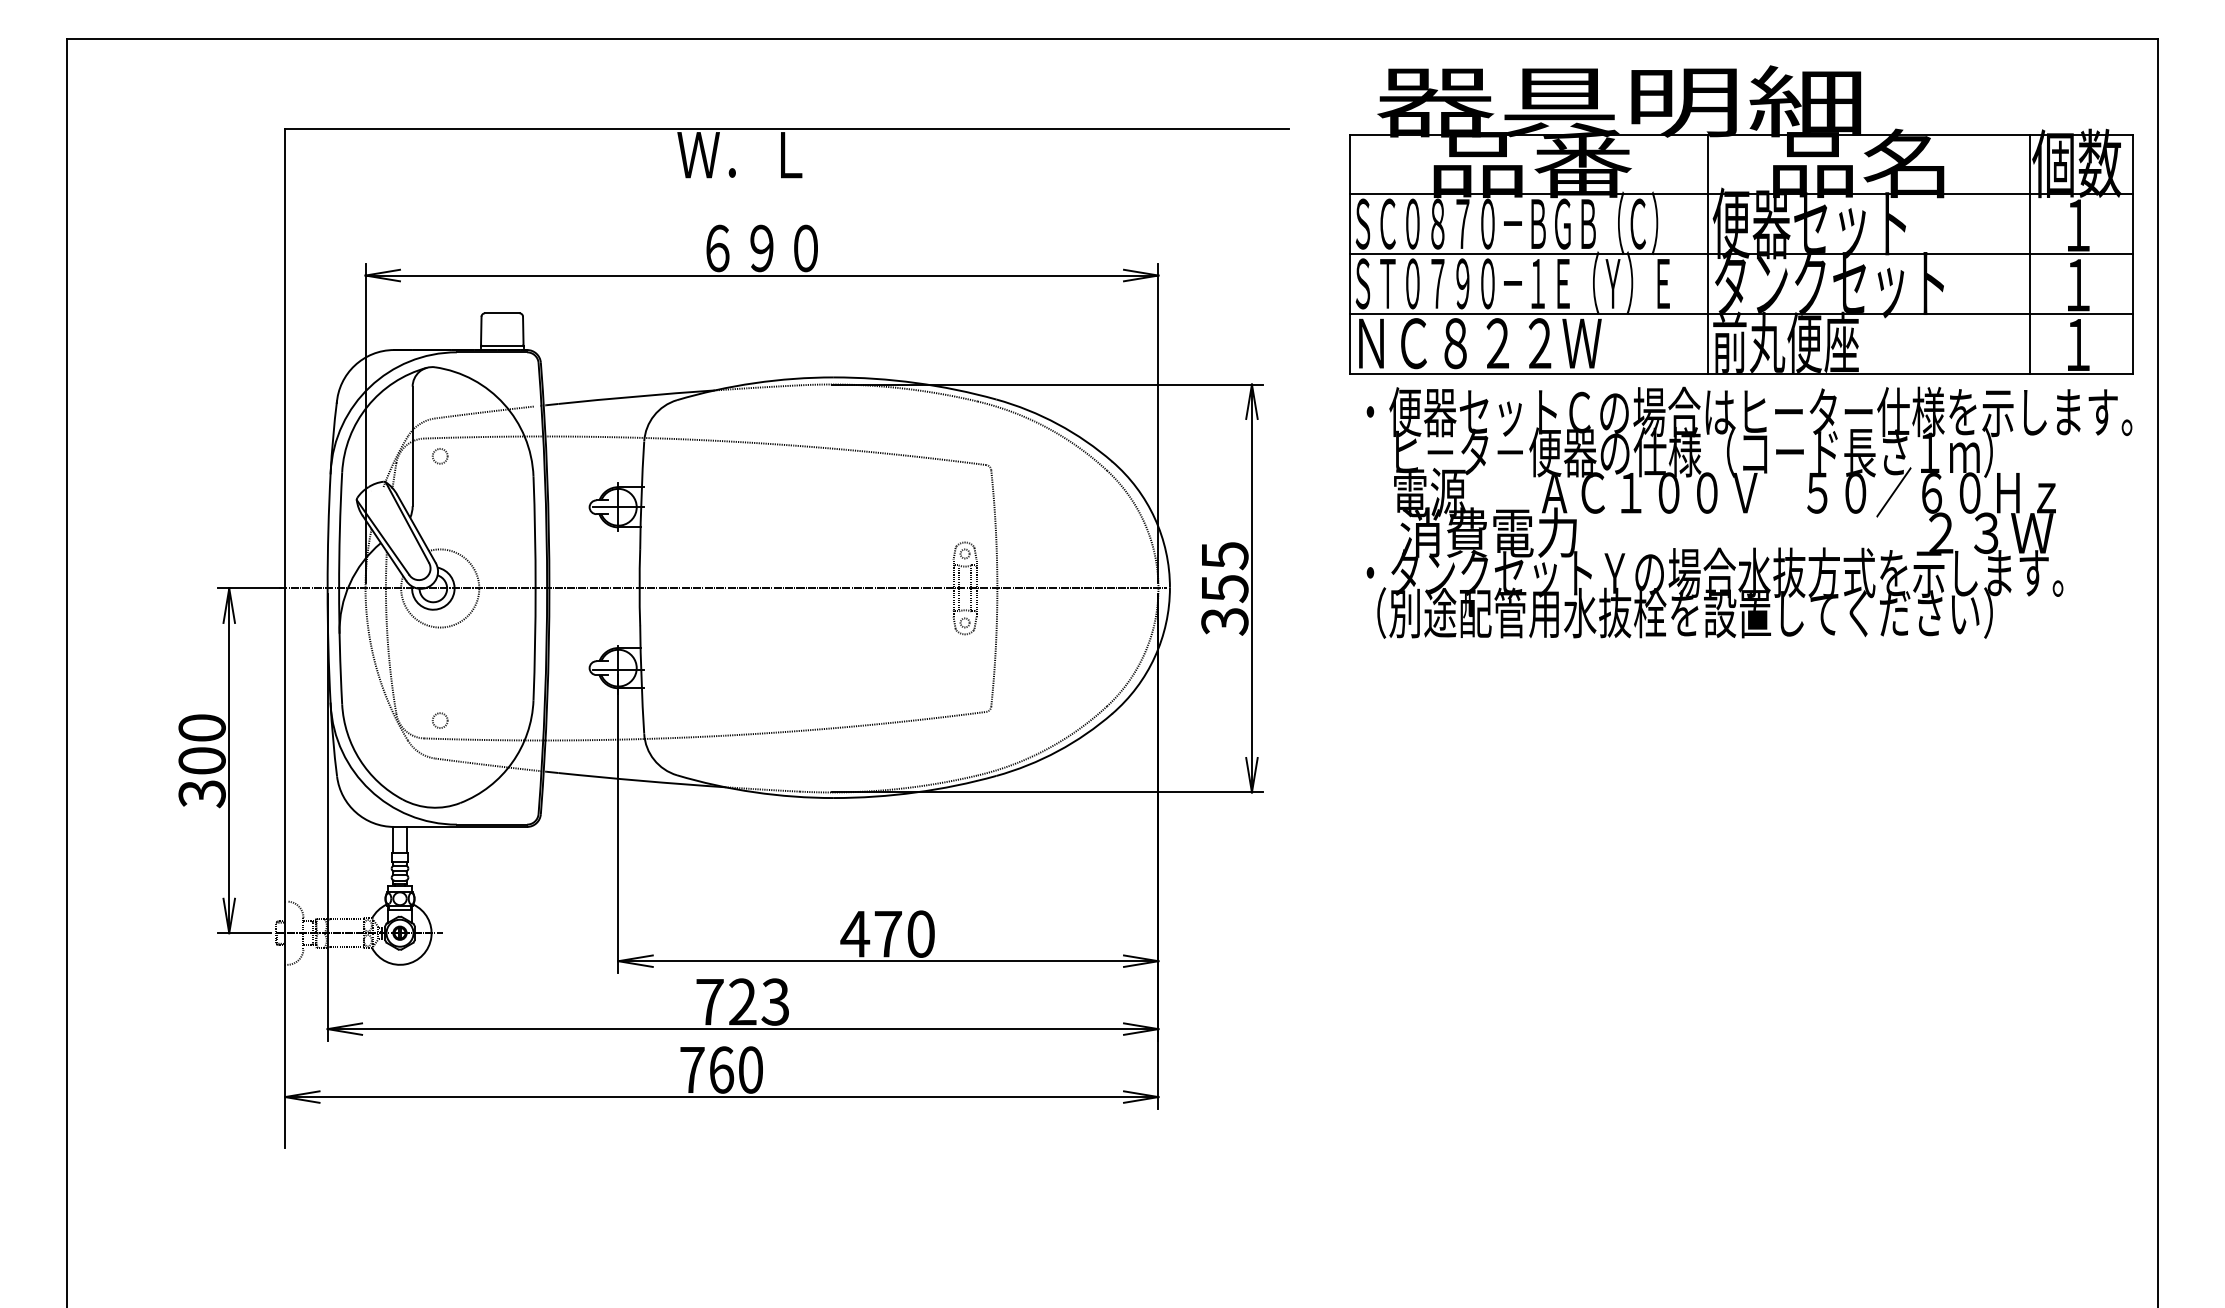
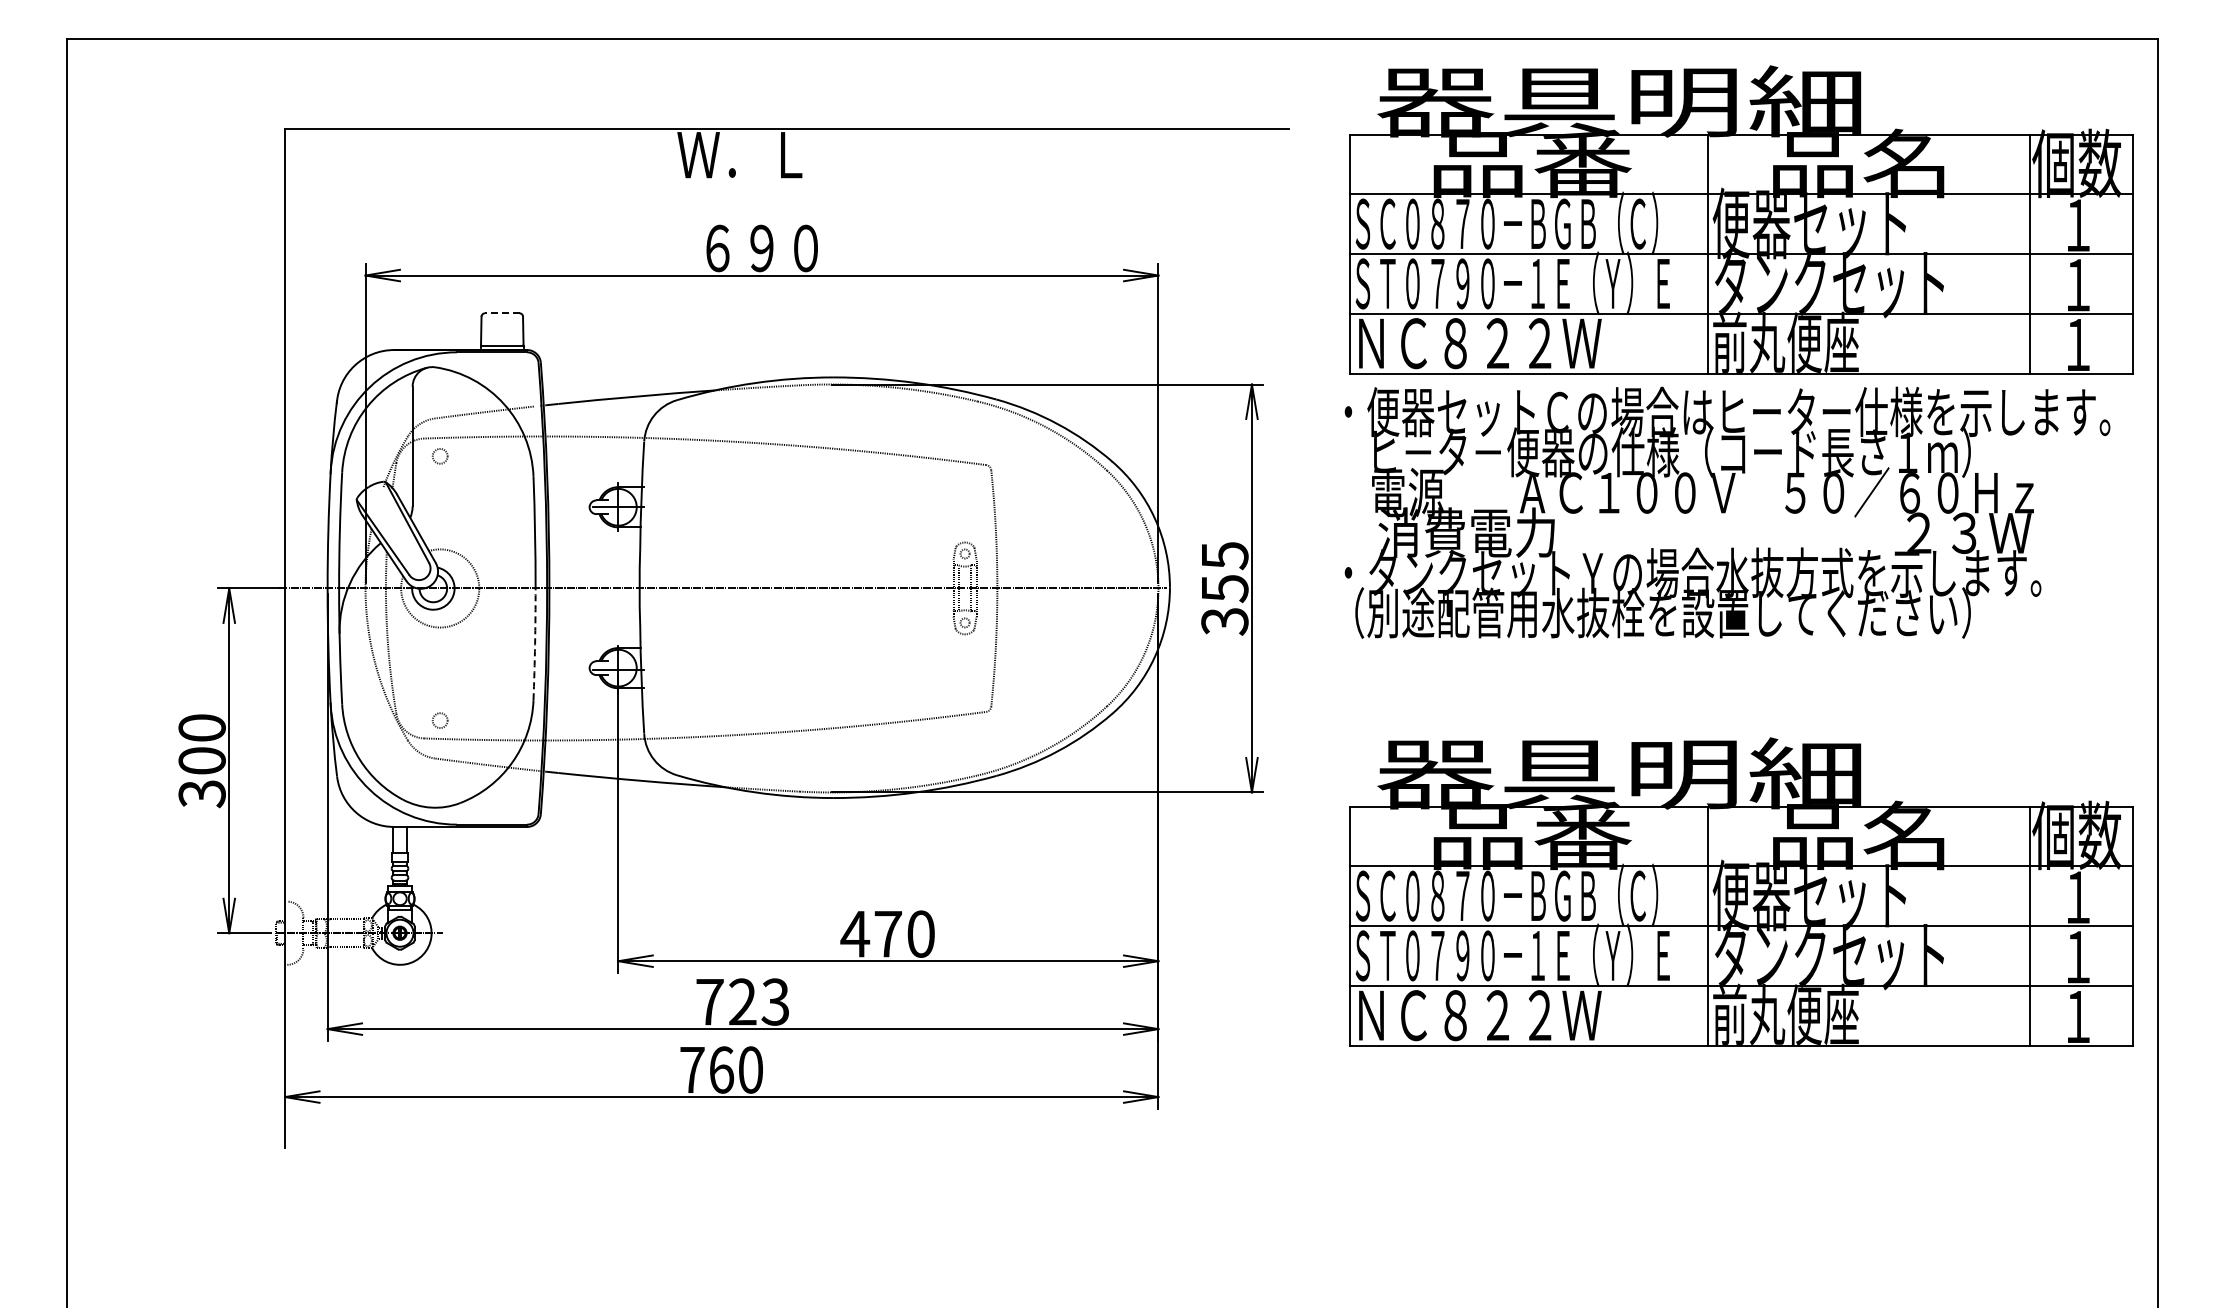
line at (501, 313): solid -> dashed
text at (1749, 512) position: (1749, 512) -> (1727, 512)
arc at (535, 644): solid -> dashed
part at (1741, 891): none -> present
